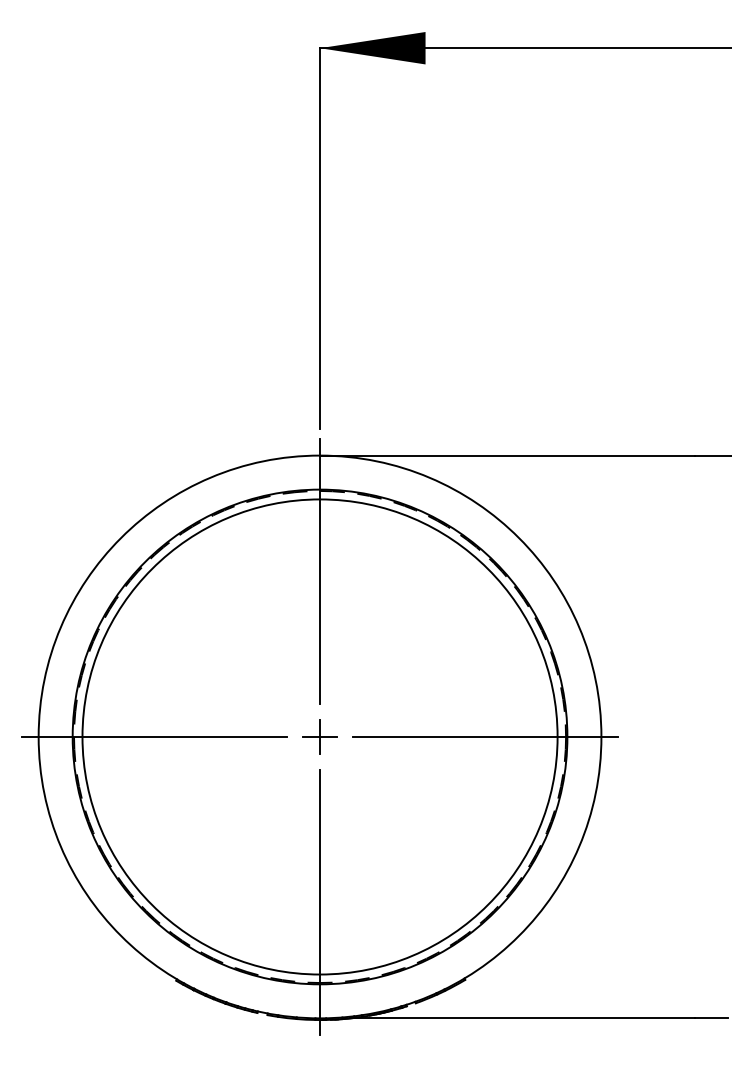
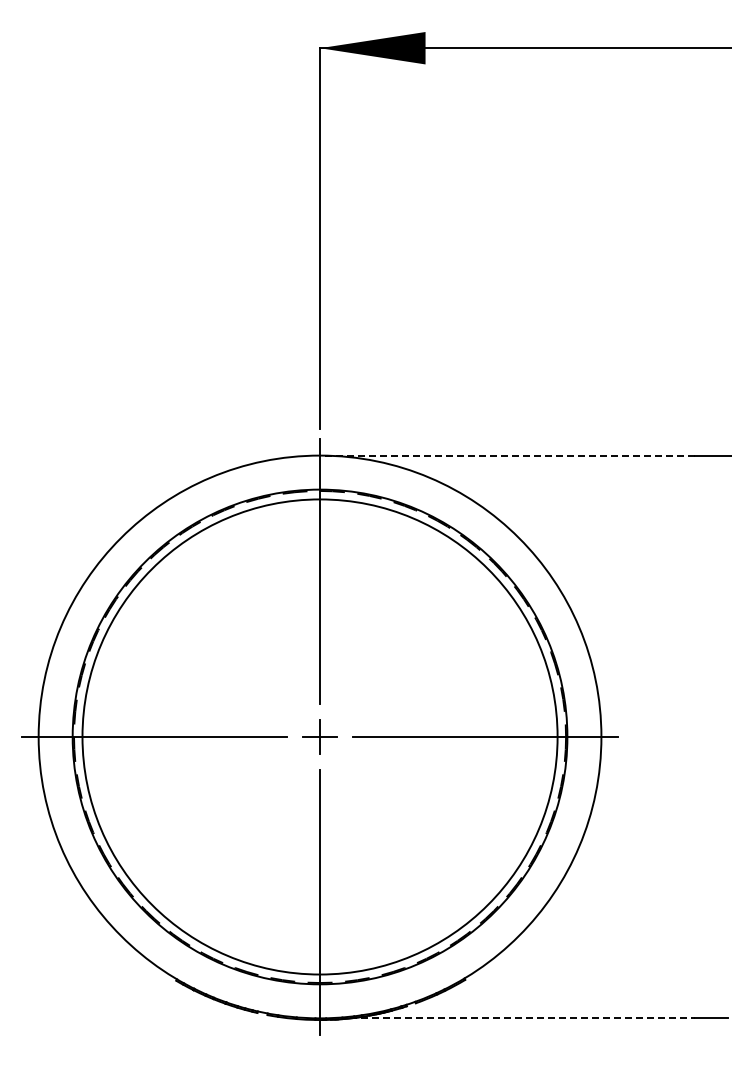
line at (506, 455): solid -> dashed
line at (523, 1018): solid -> dashed
